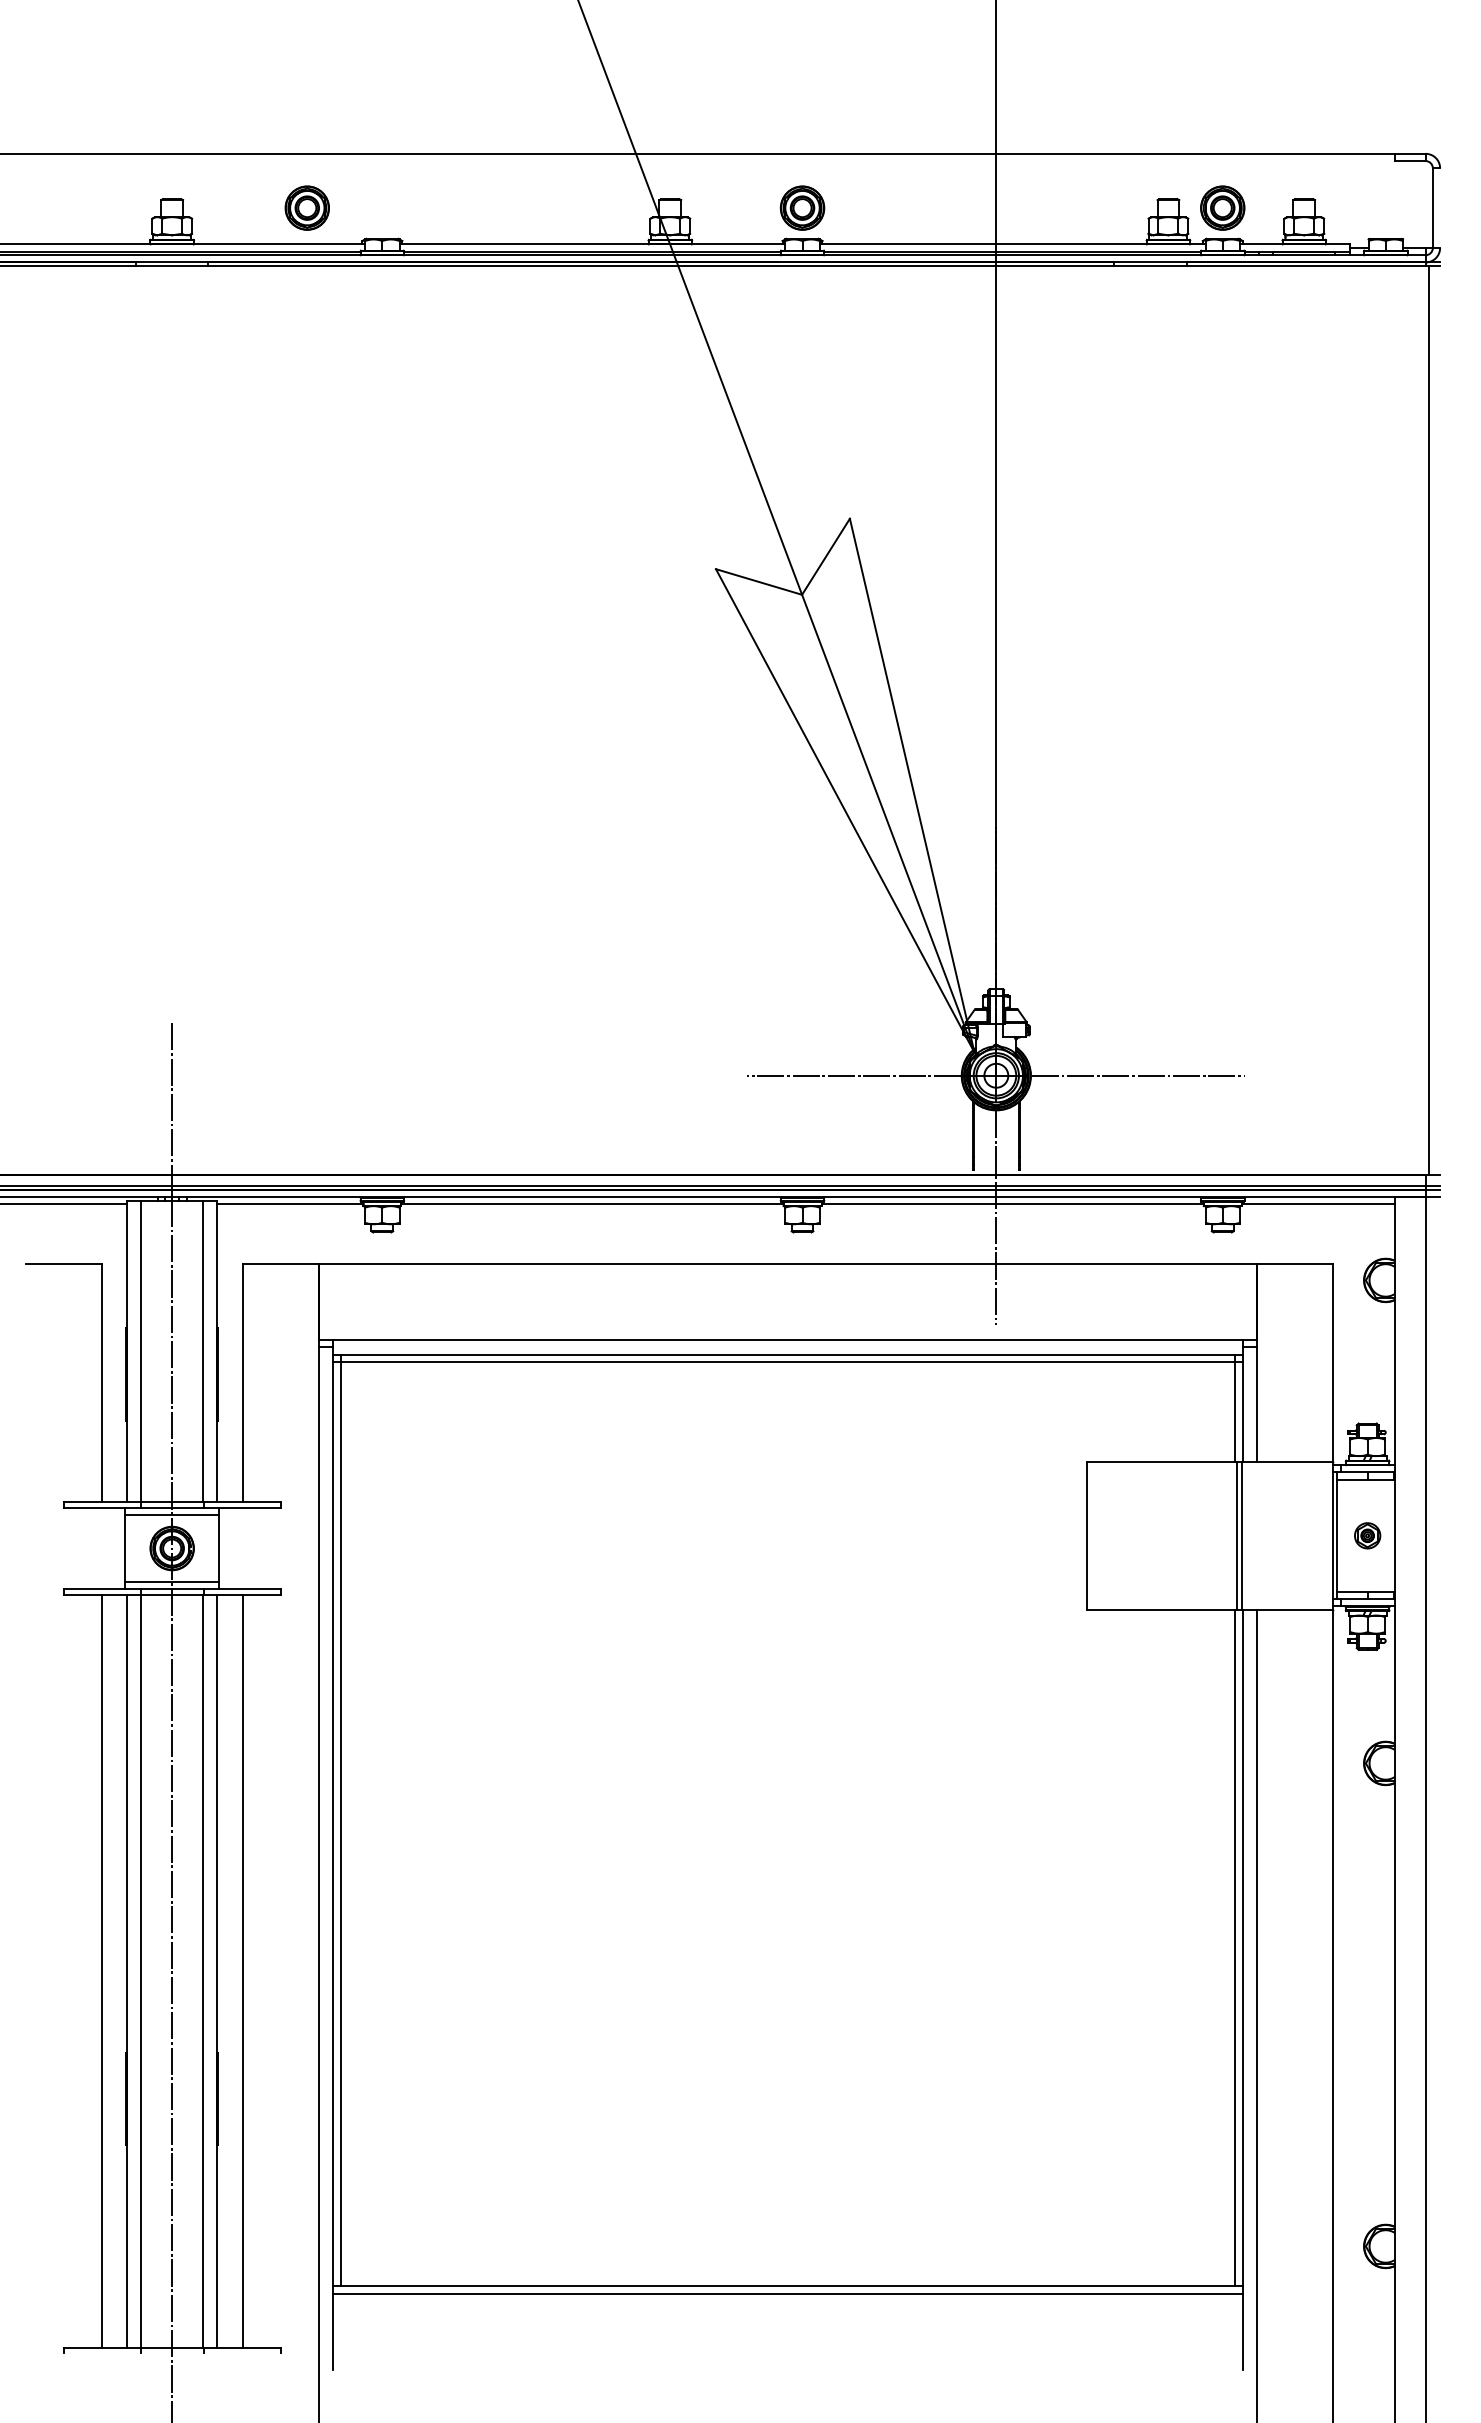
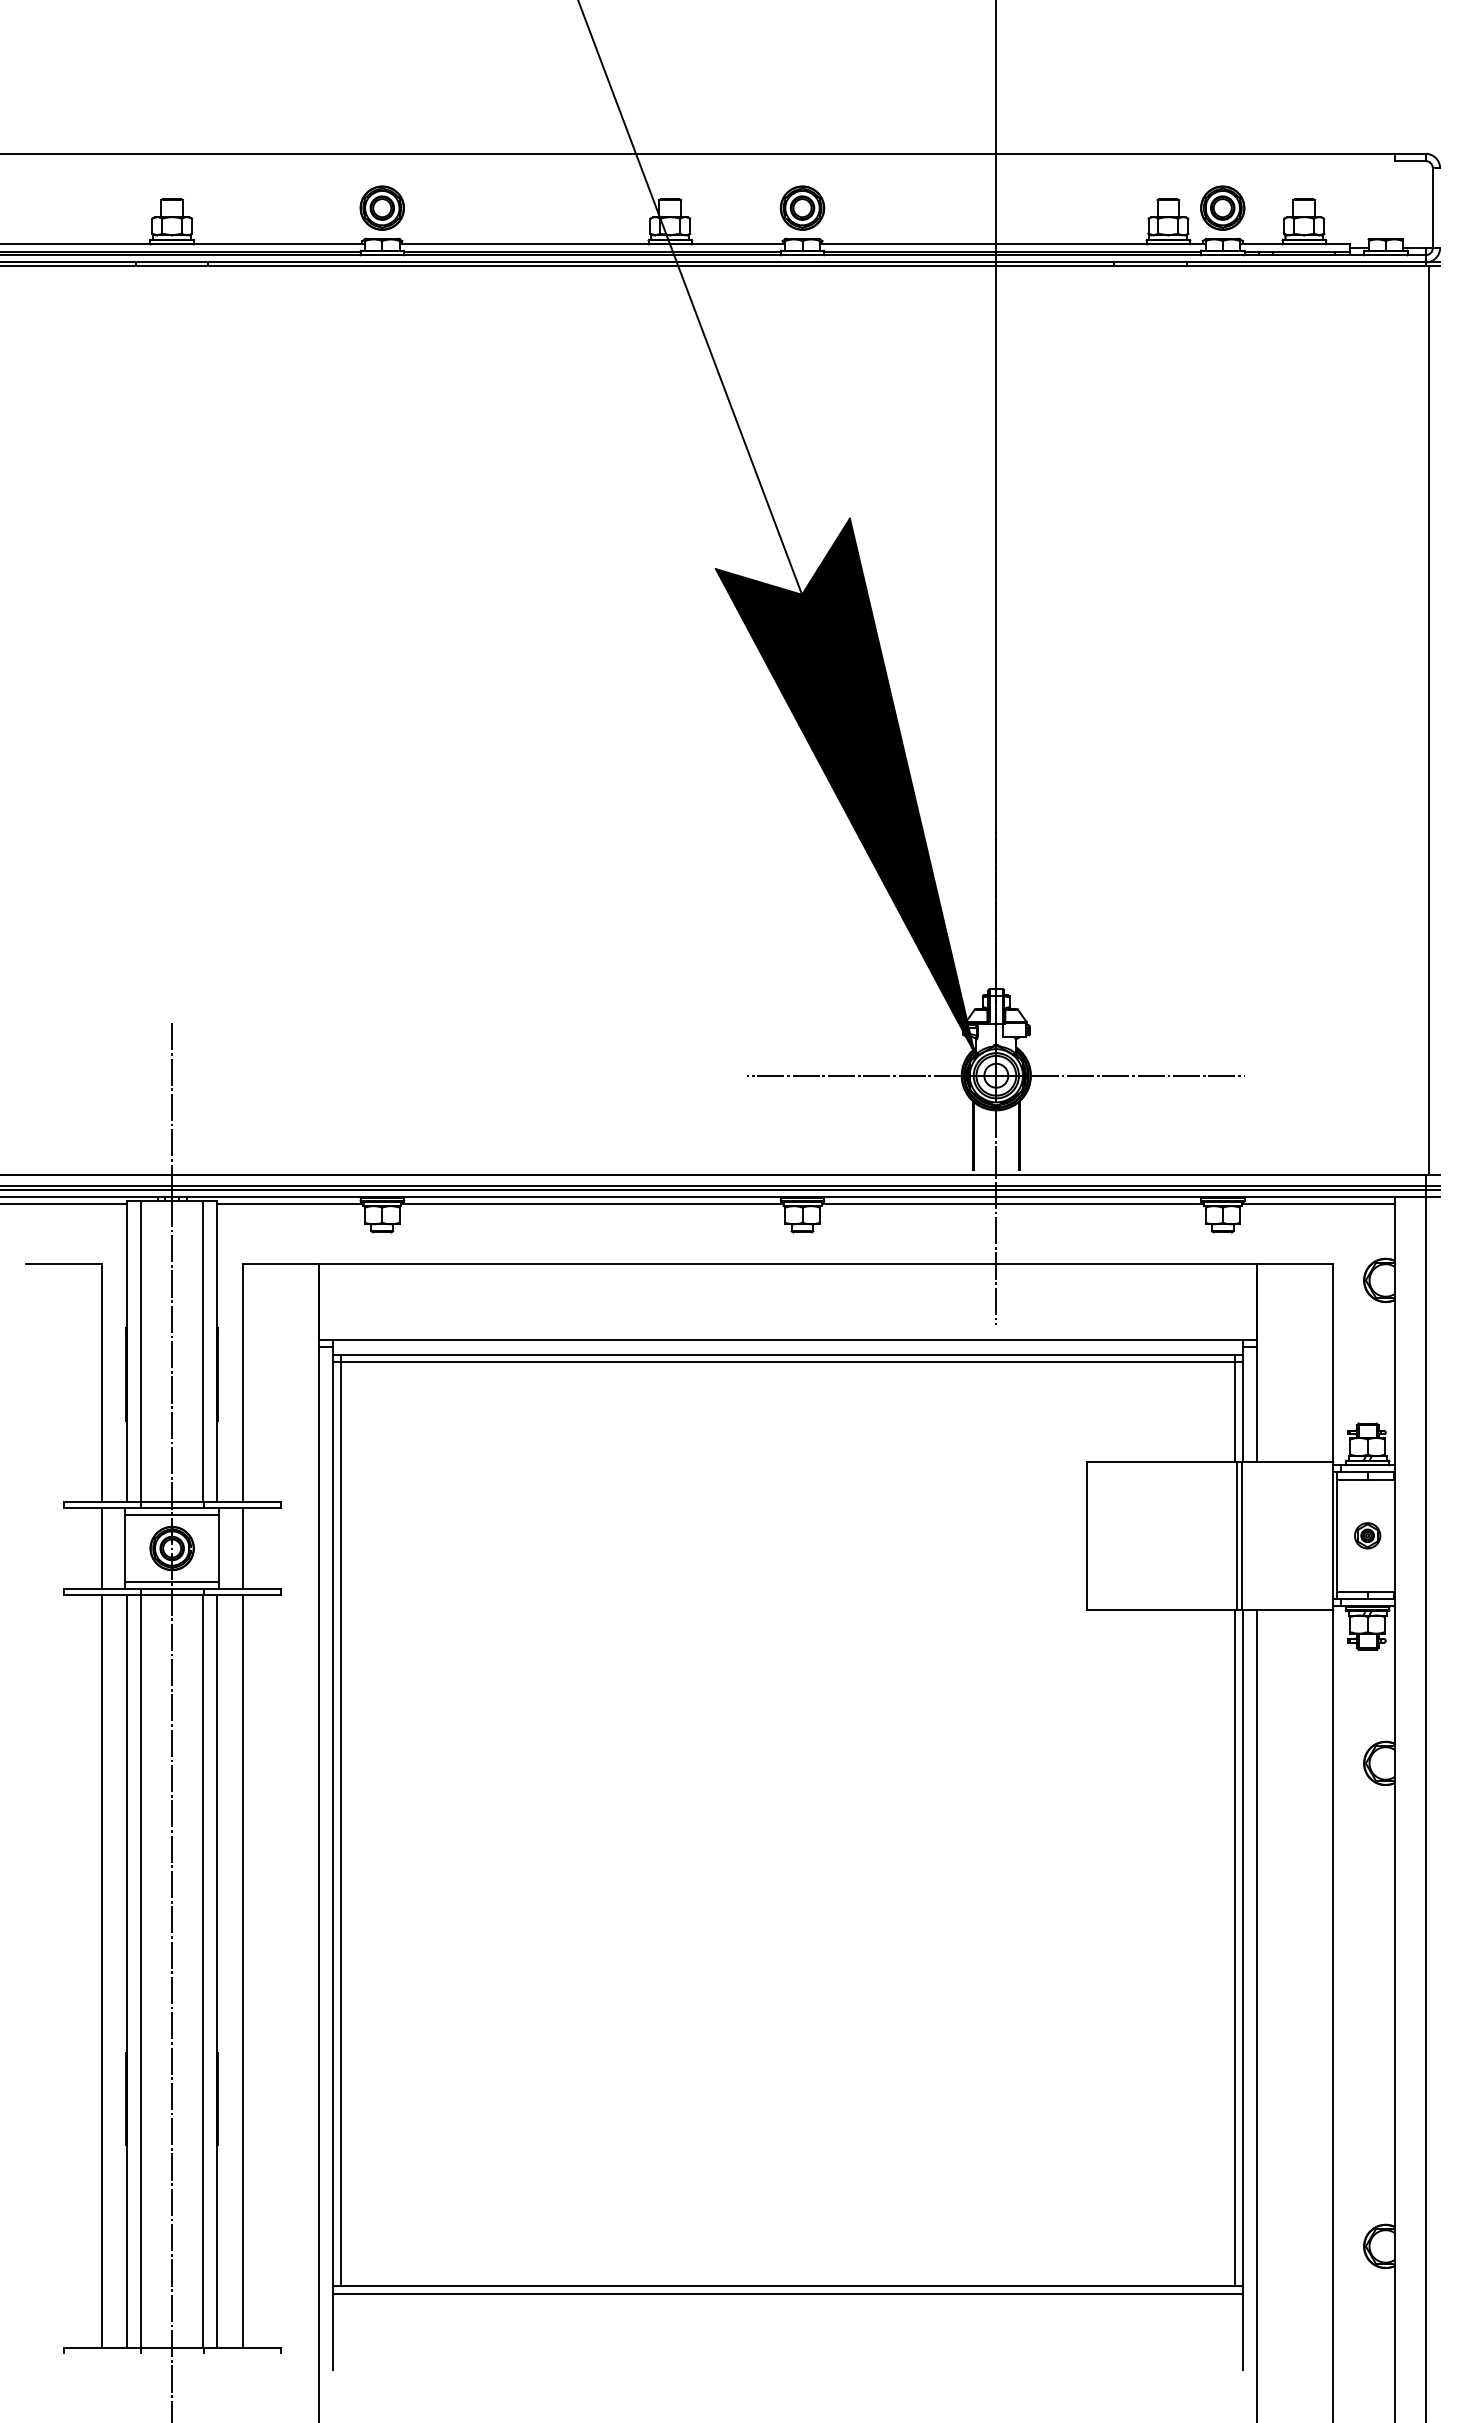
part at (306, 207) position: (306, 207) -> (381, 207)
fill at (845, 785): none -> present
line at (101, 1548): none -> present
line at (242, 1548): none -> present
